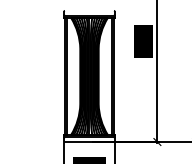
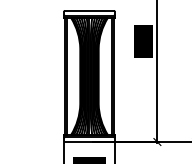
line at (88, 10): none -> present
